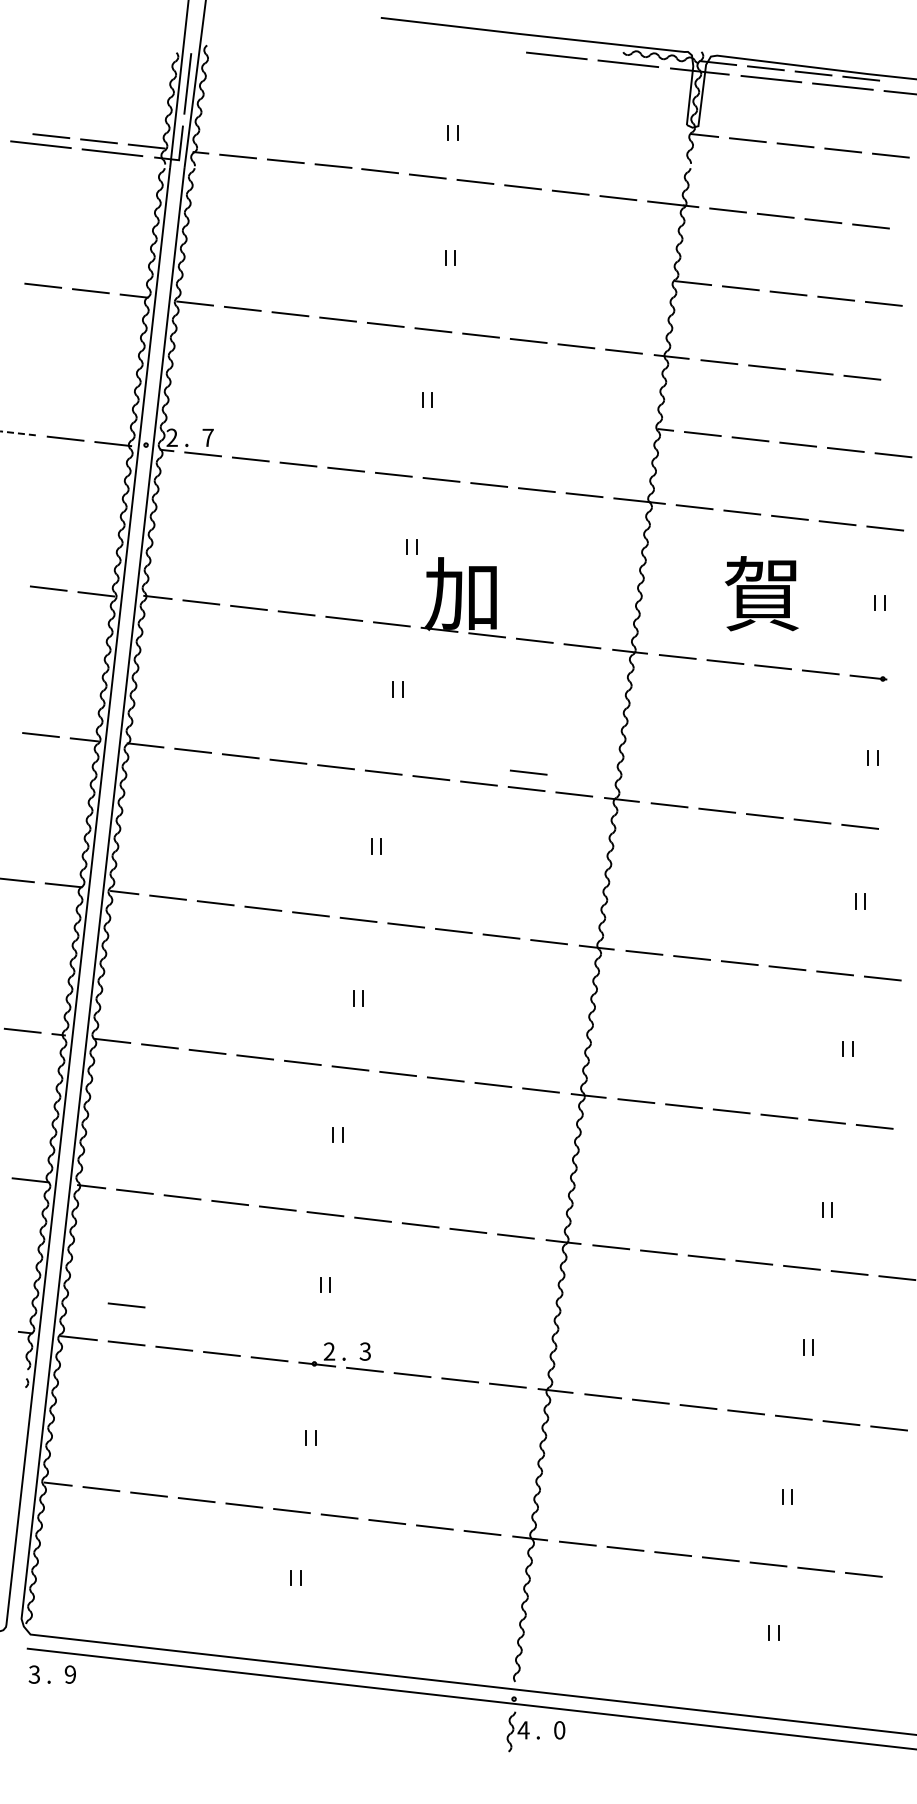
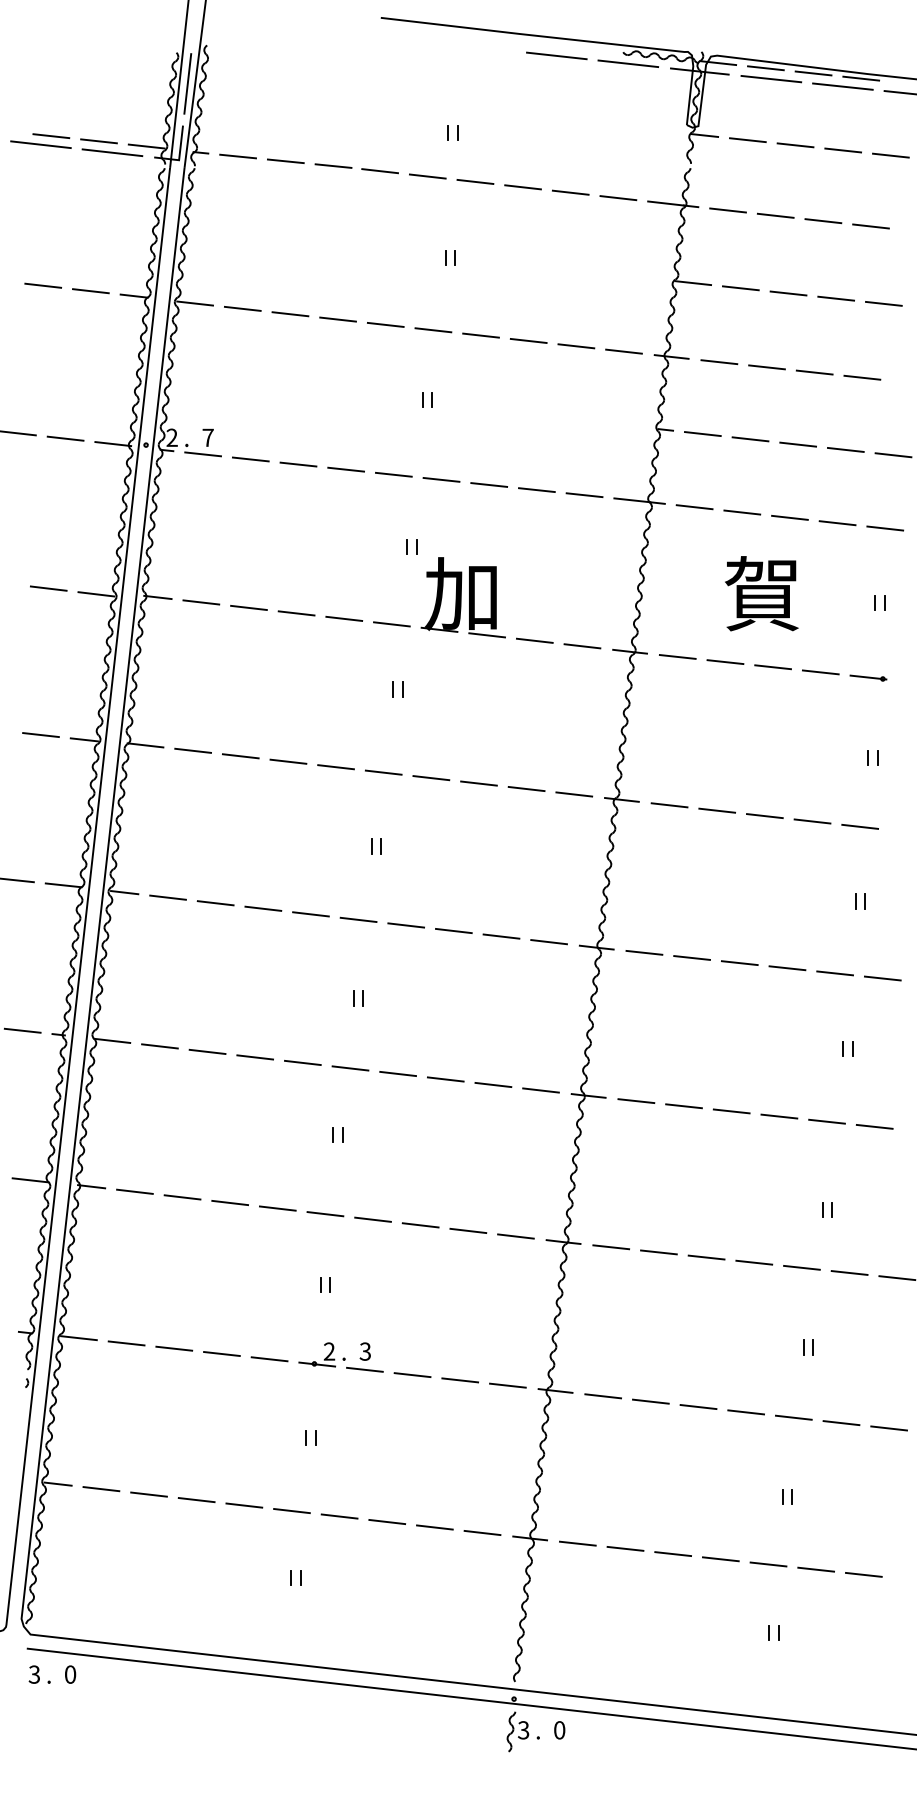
line at (17, 433): dashed -> solid
line at (528, 772): present -> none
line at (126, 1305): present -> none
text at (70, 1674): 9 -> 0
text at (523, 1730): 4 -> 3
